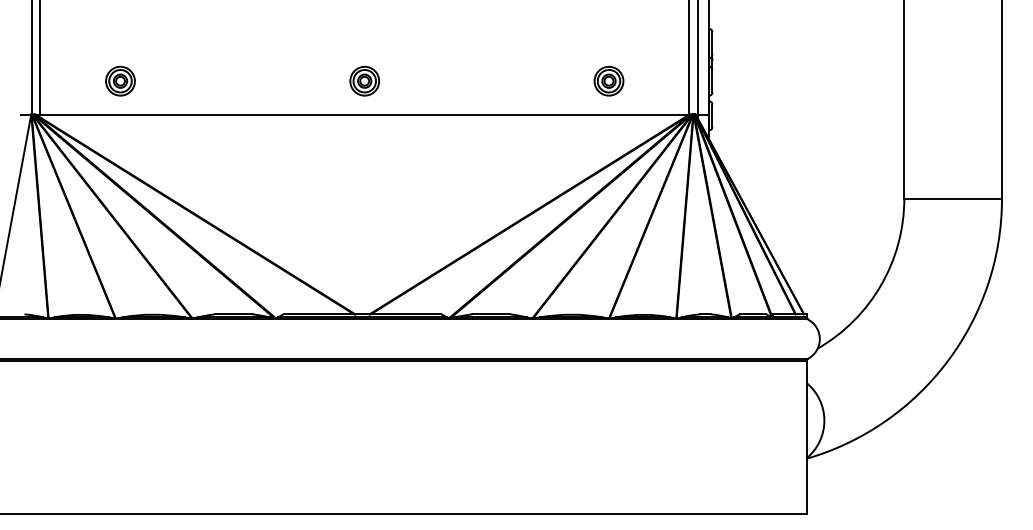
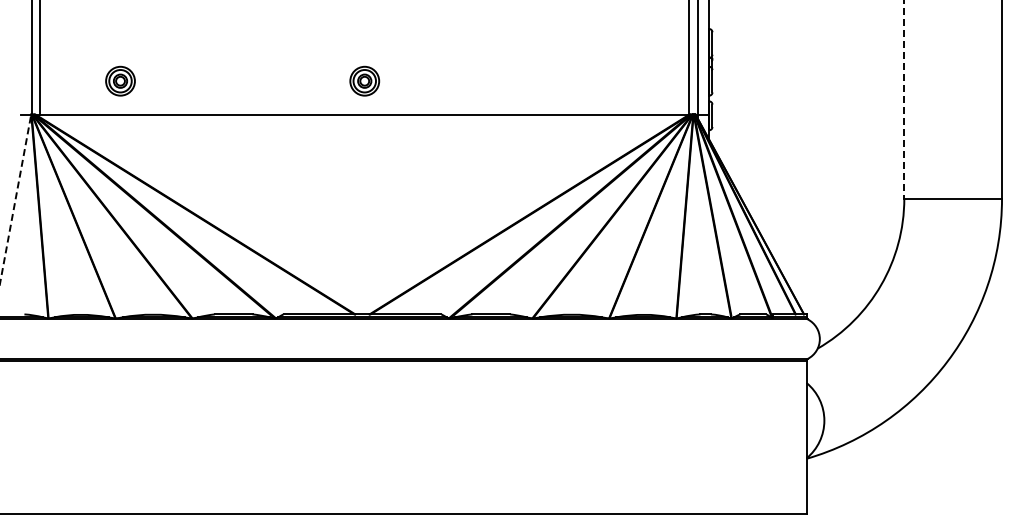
part at (608, 80): present -> none
line at (904, 99): solid -> dashed
line at (15, 198): solid -> dashed
